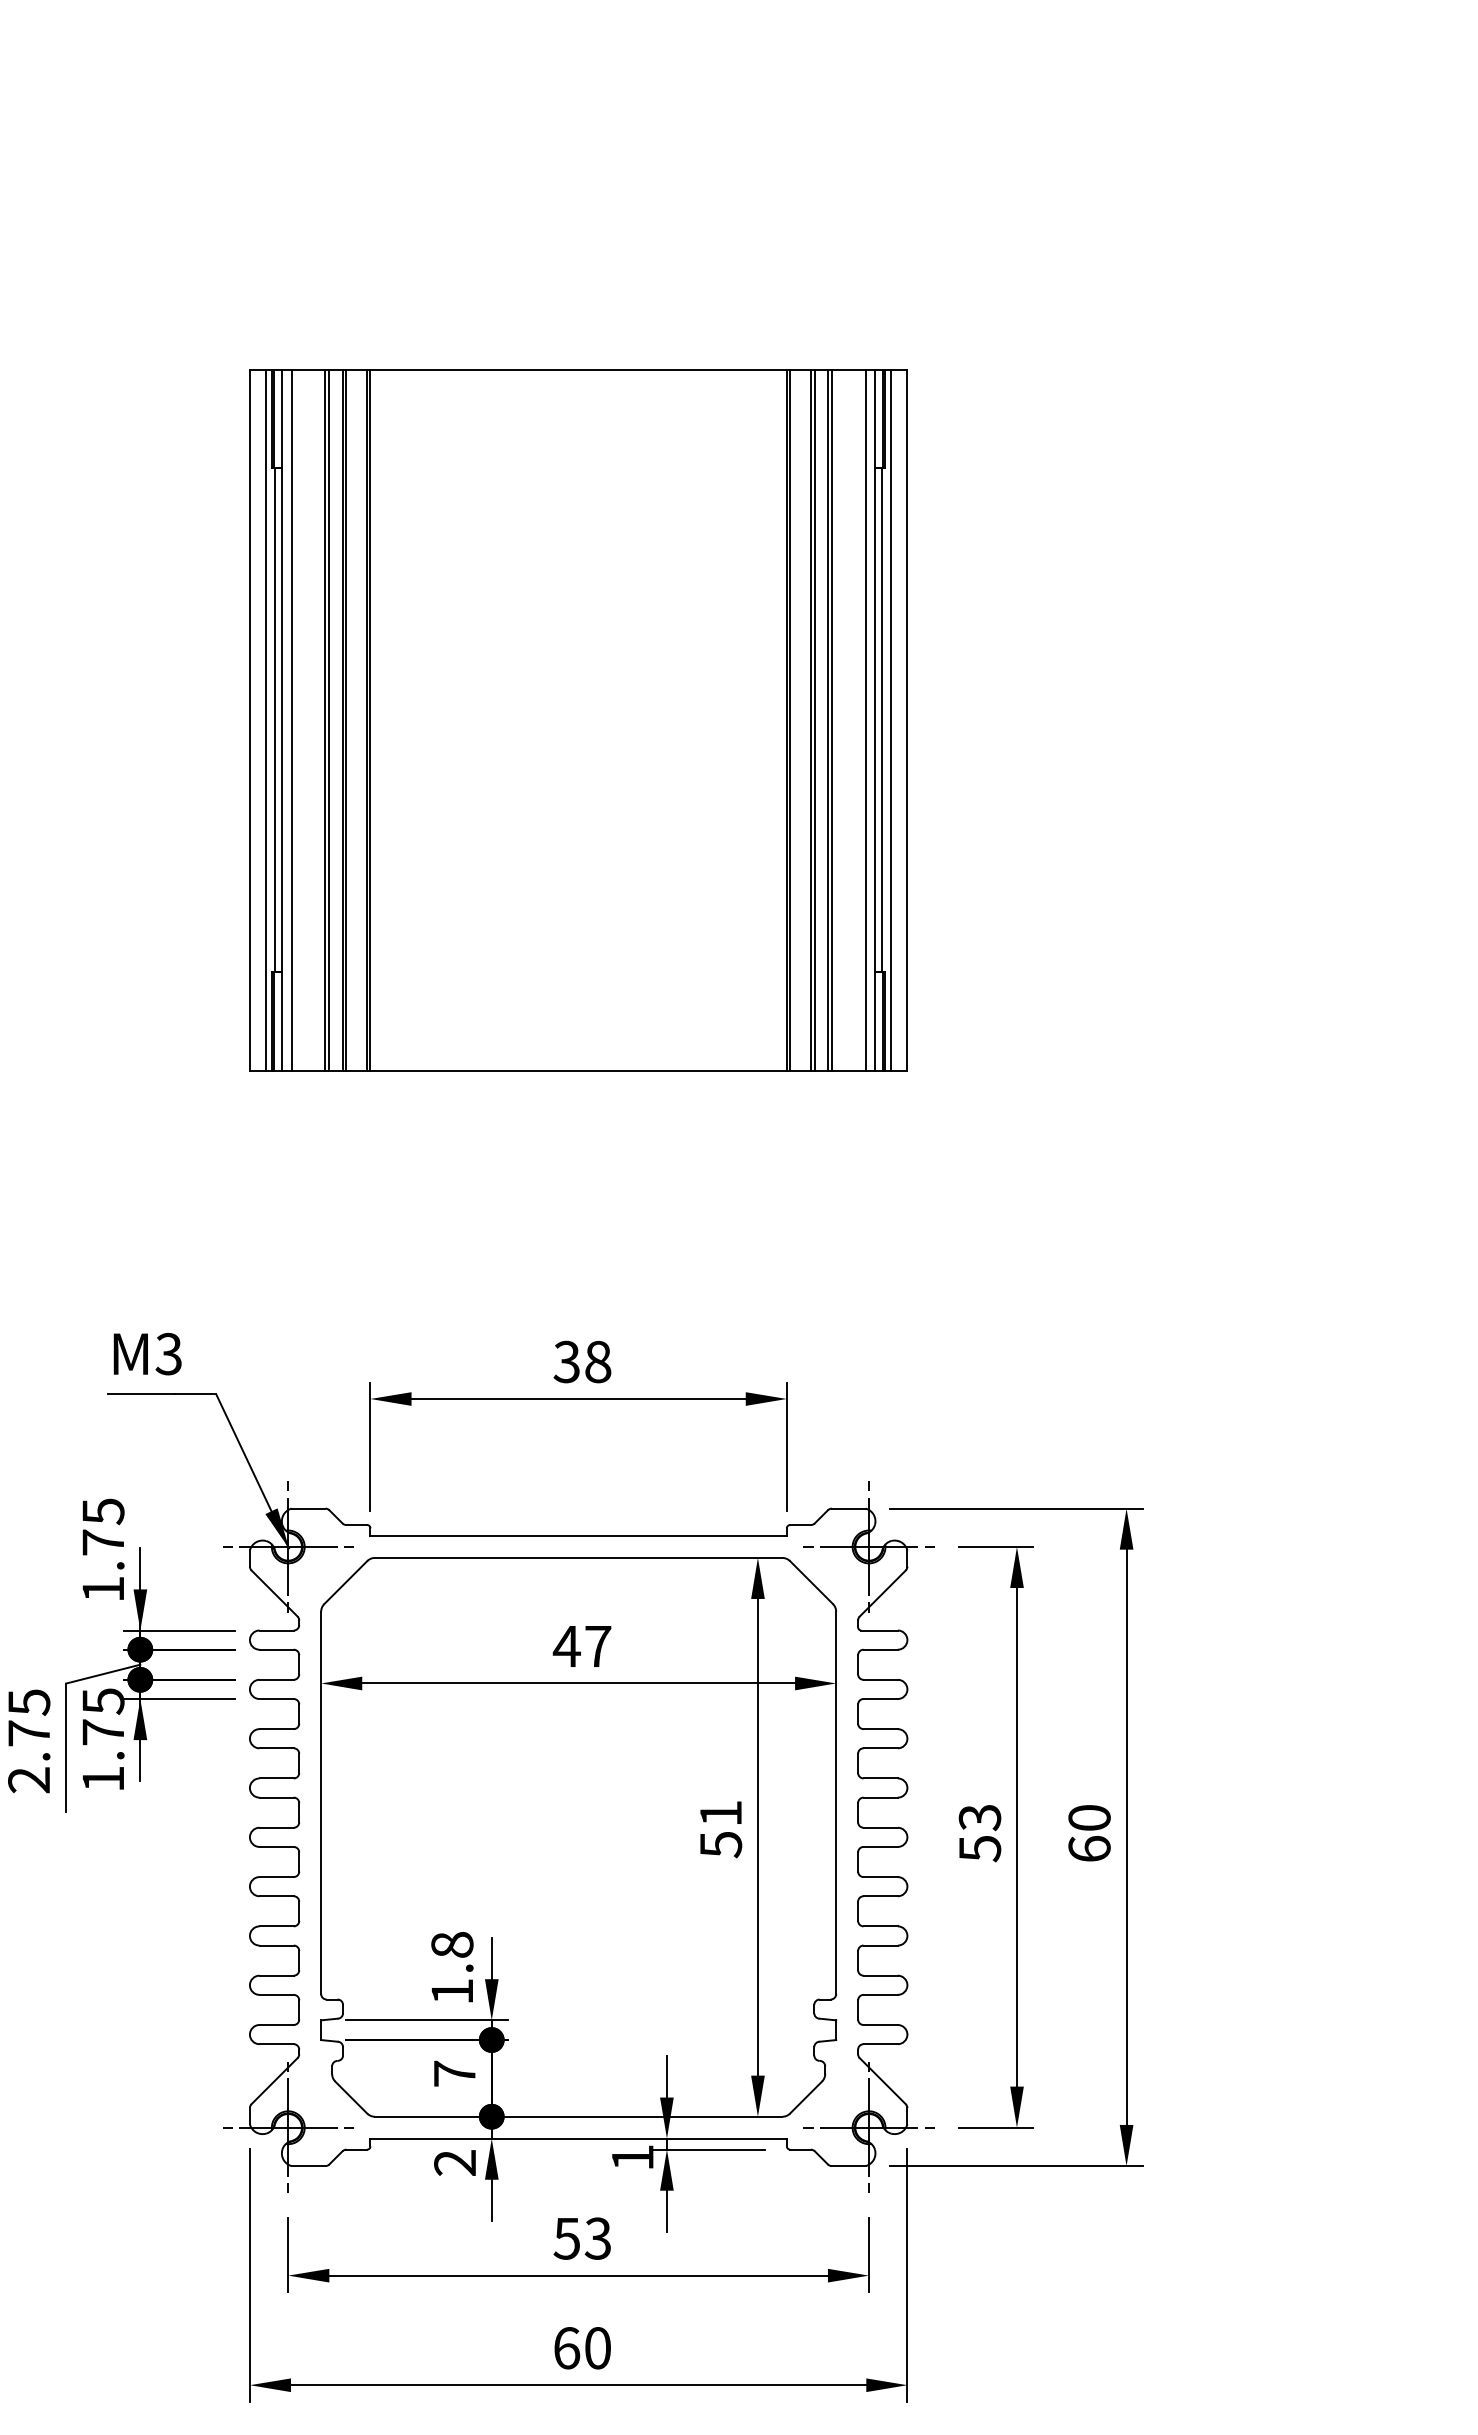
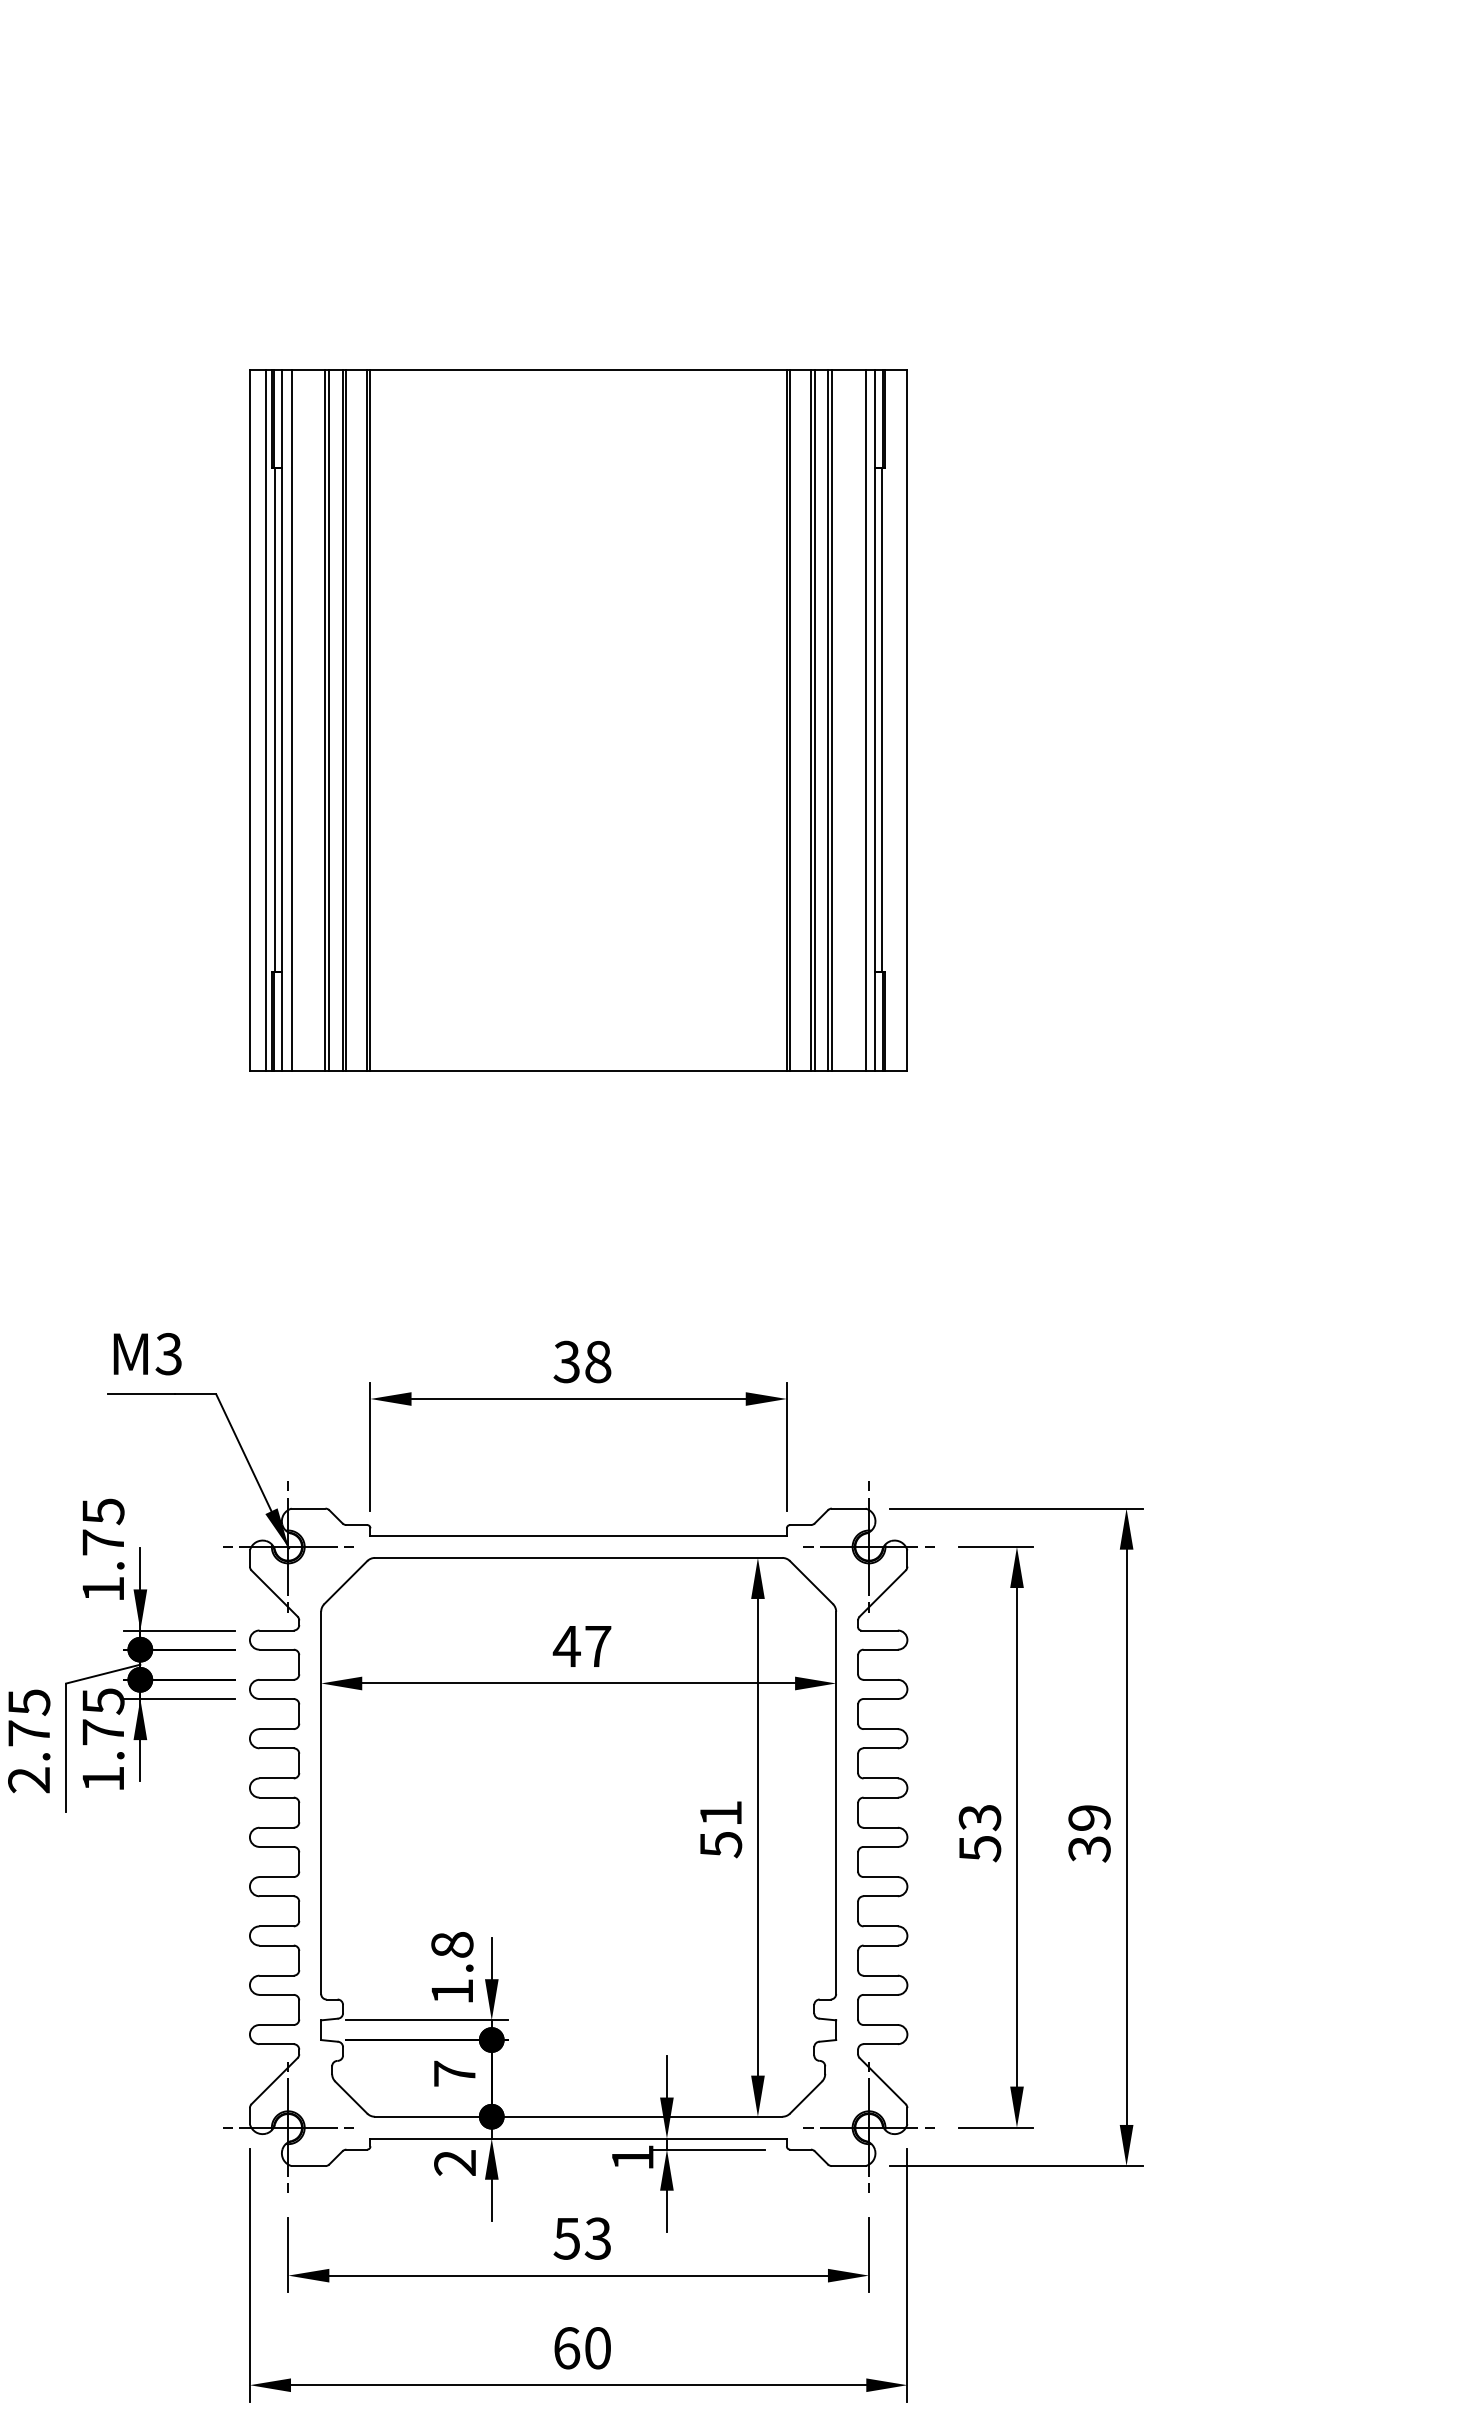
line at (891, 719): present -> none
text at (1089, 1833): 60 -> 39
